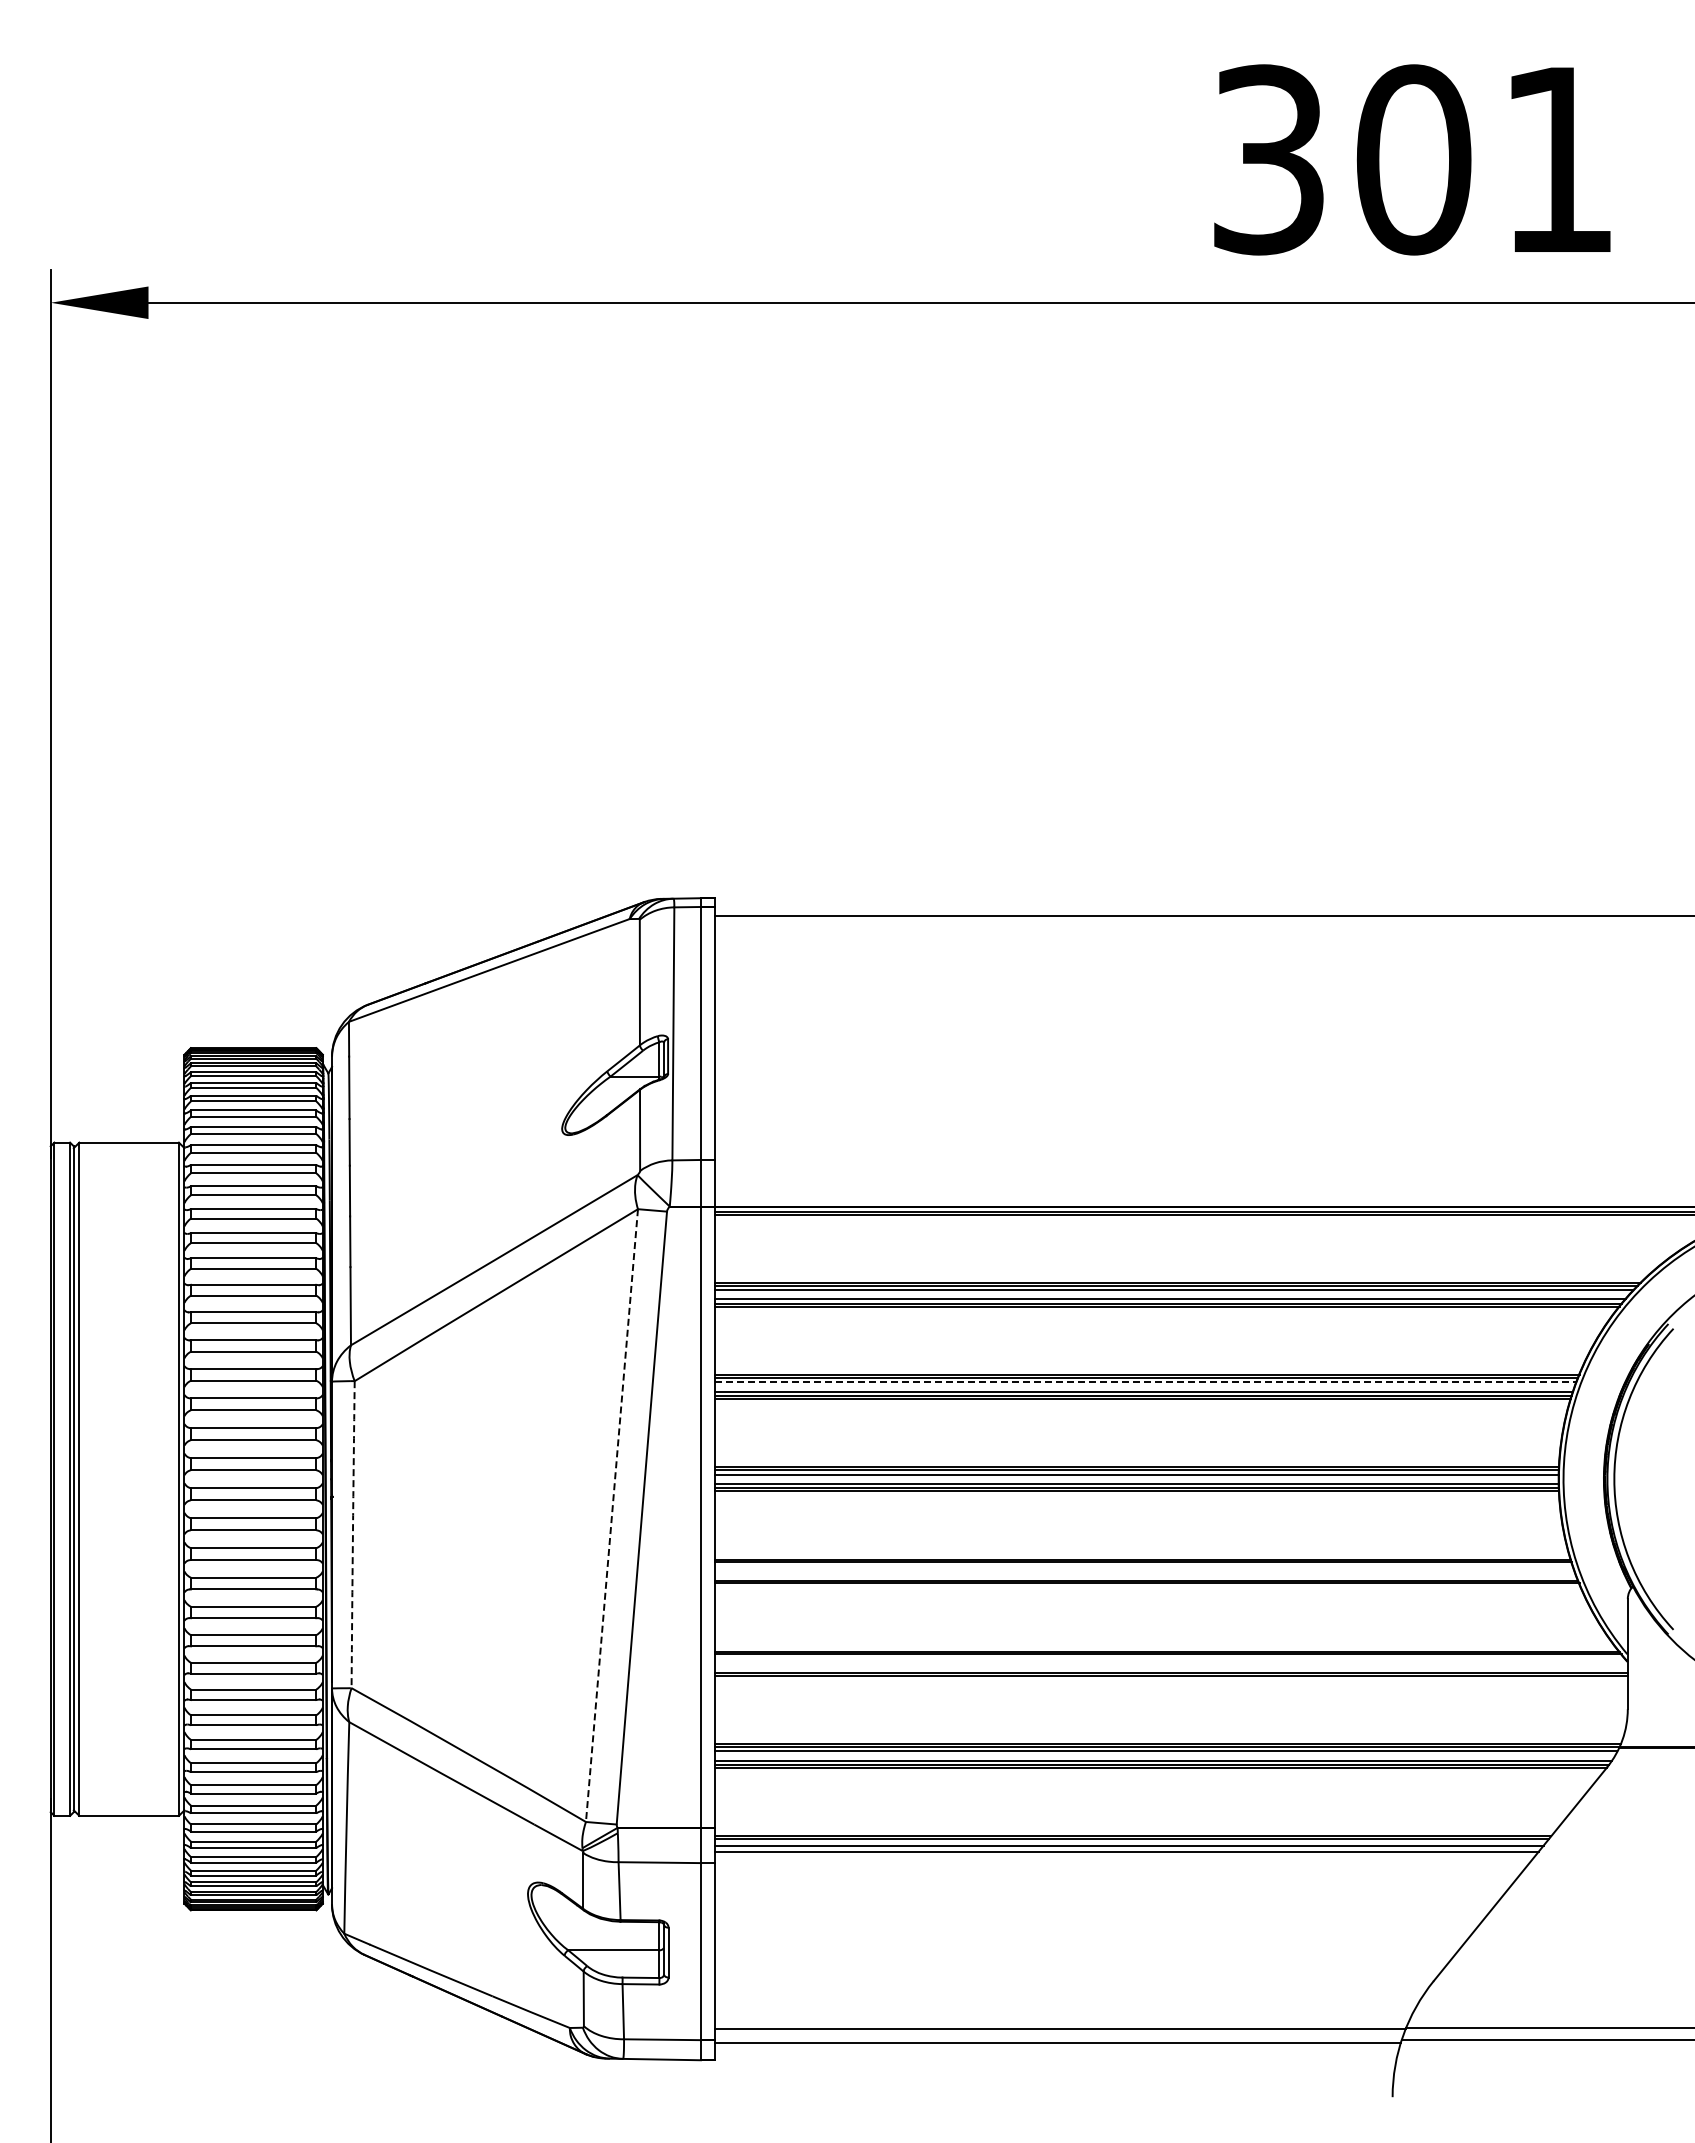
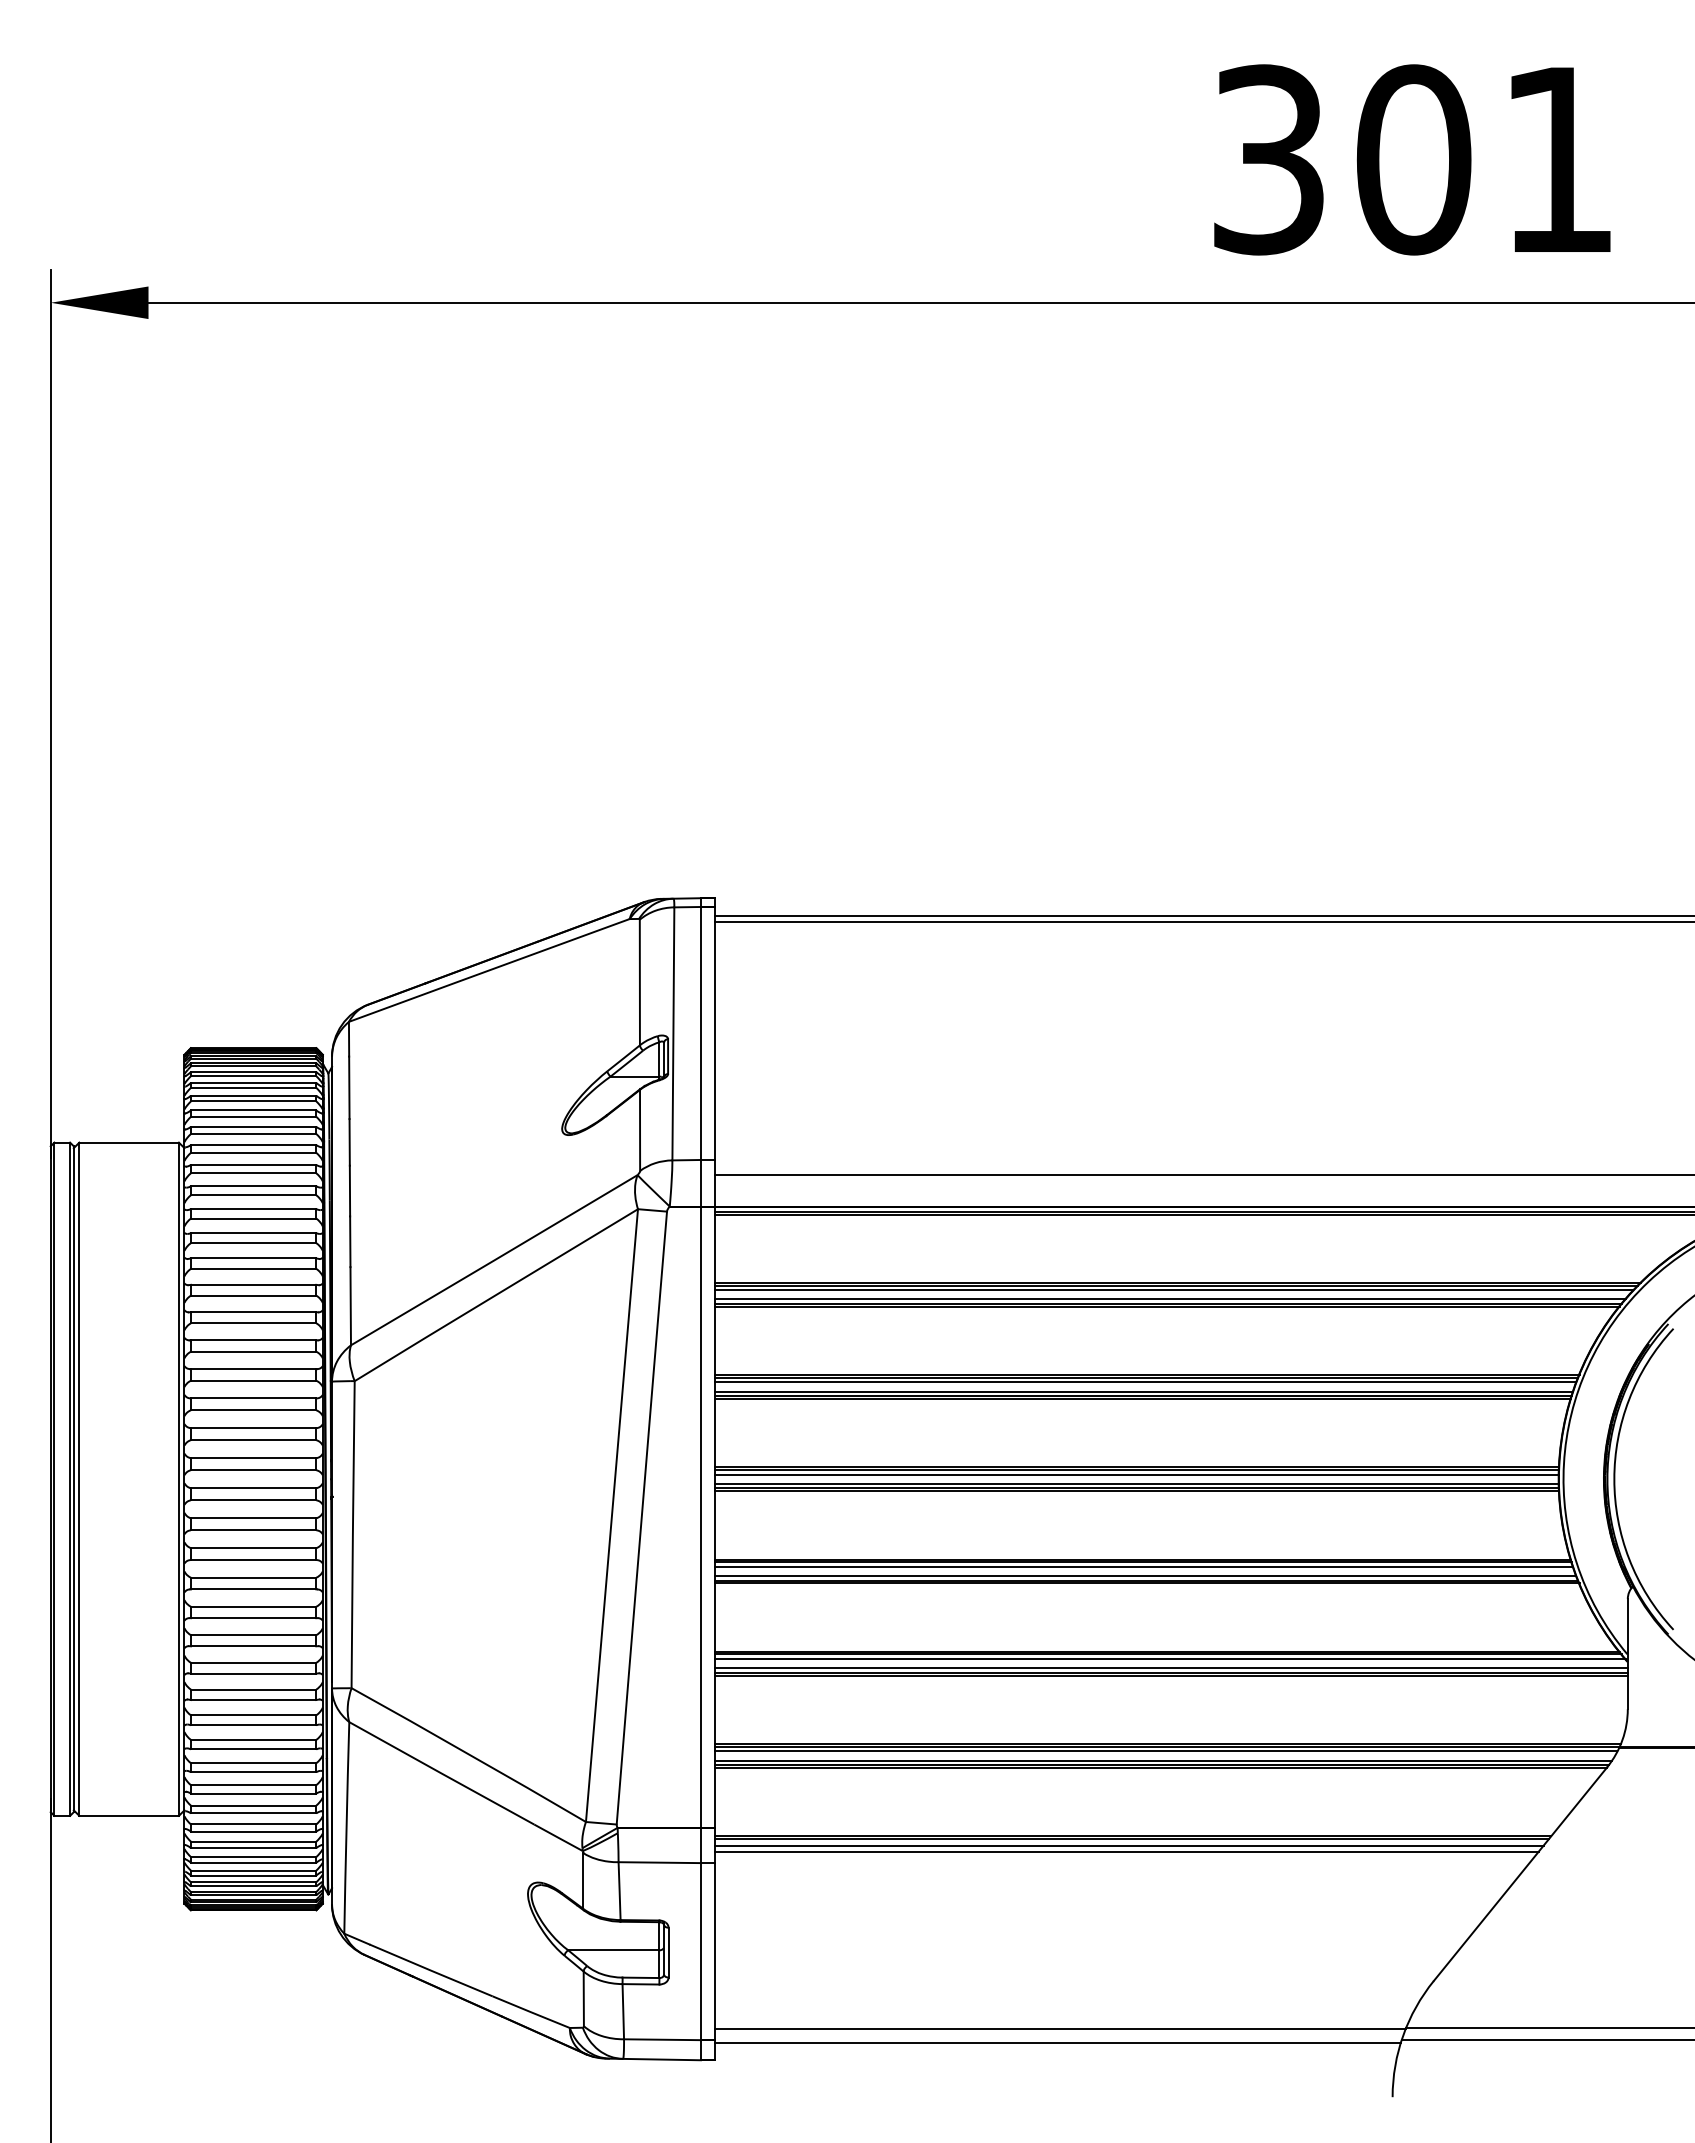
line at (1202, 921): none -> present
line at (1202, 1174): none -> present
line at (1145, 1382): dashed -> solid
line at (611, 1516): dashed -> solid
arc at (352, 1534): dashed -> solid
line at (1143, 1566): none -> present
line at (1145, 1576): none -> present
line at (1169, 1659): none -> present
line at (1170, 1668): none -> present
